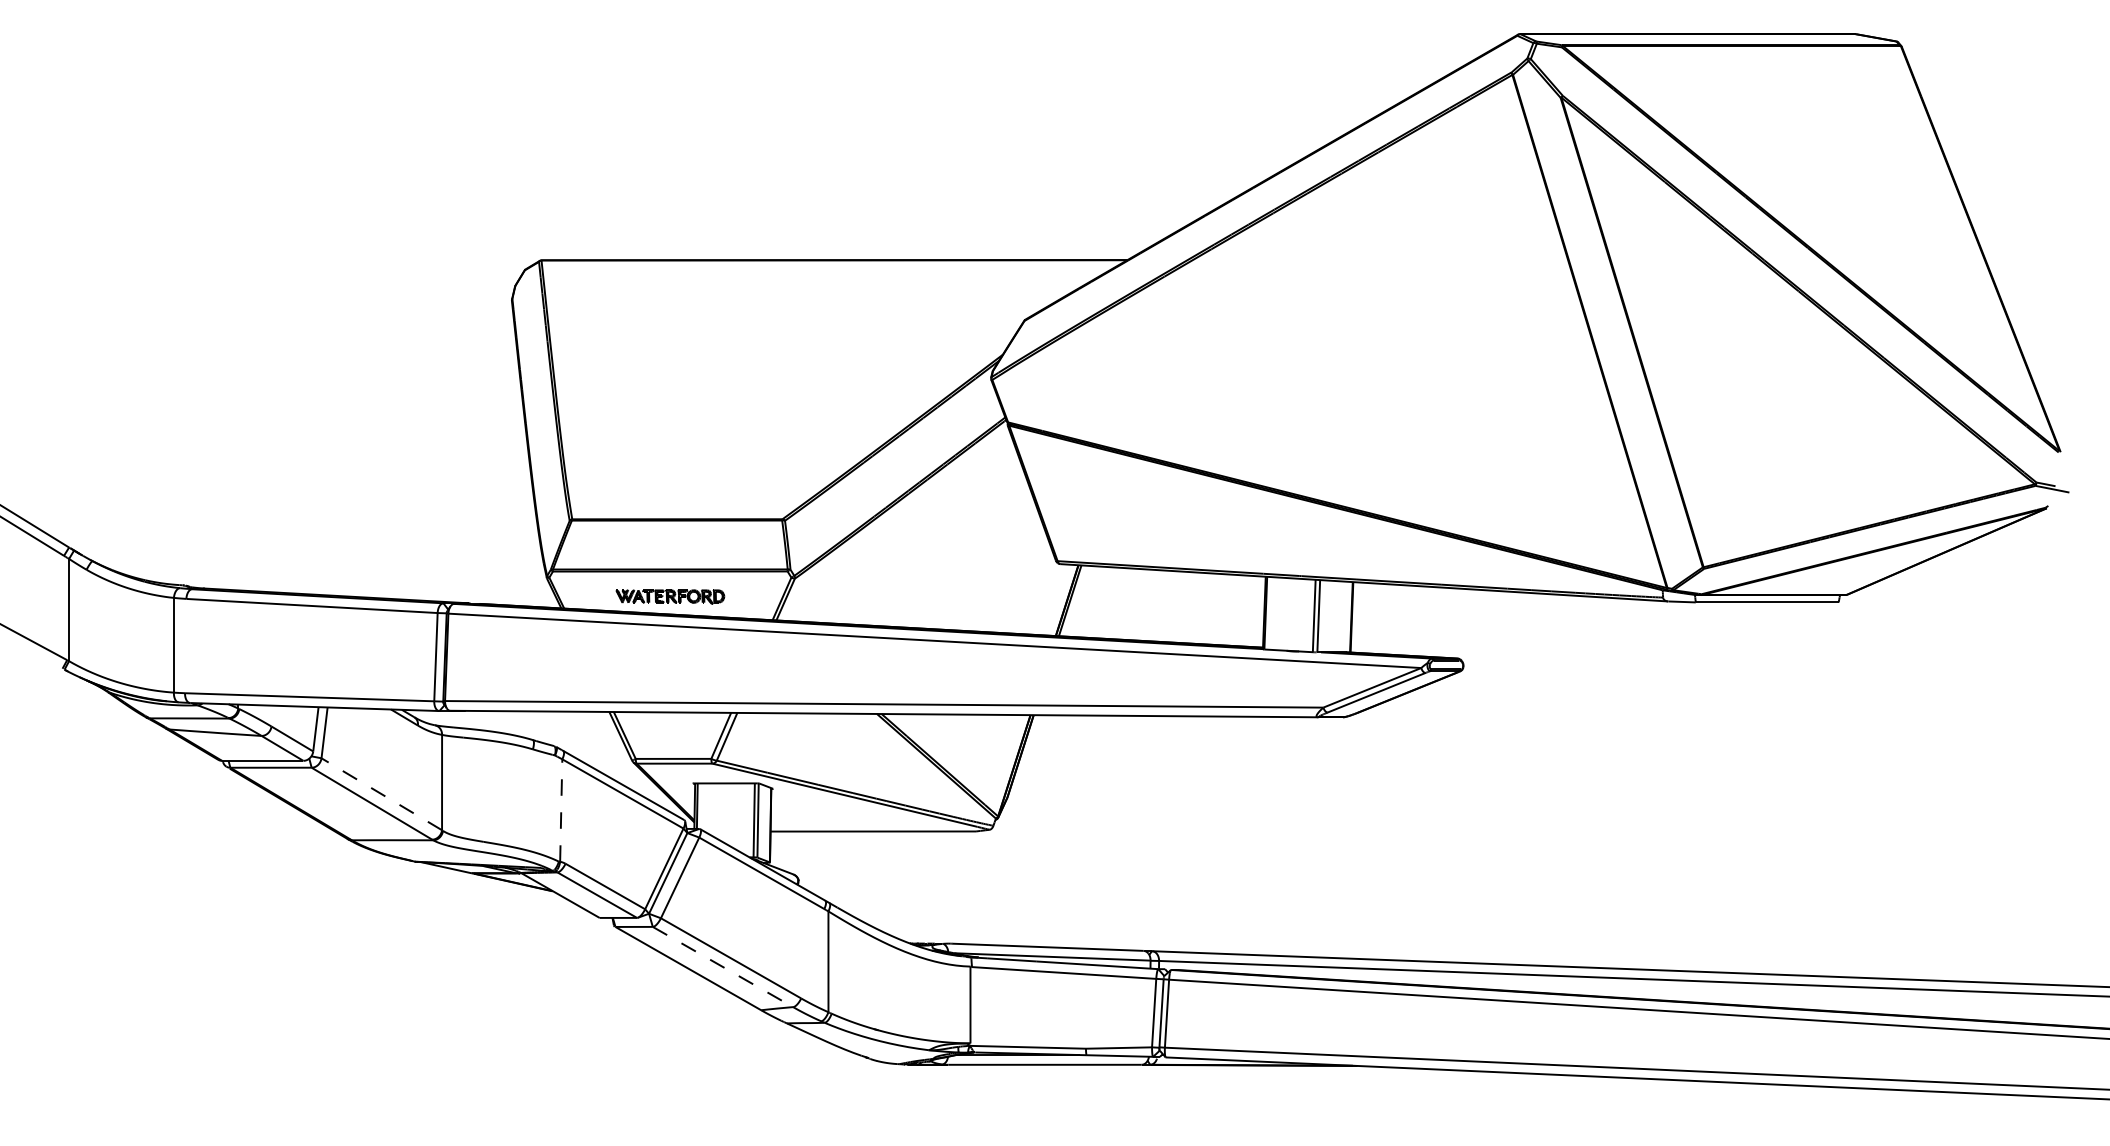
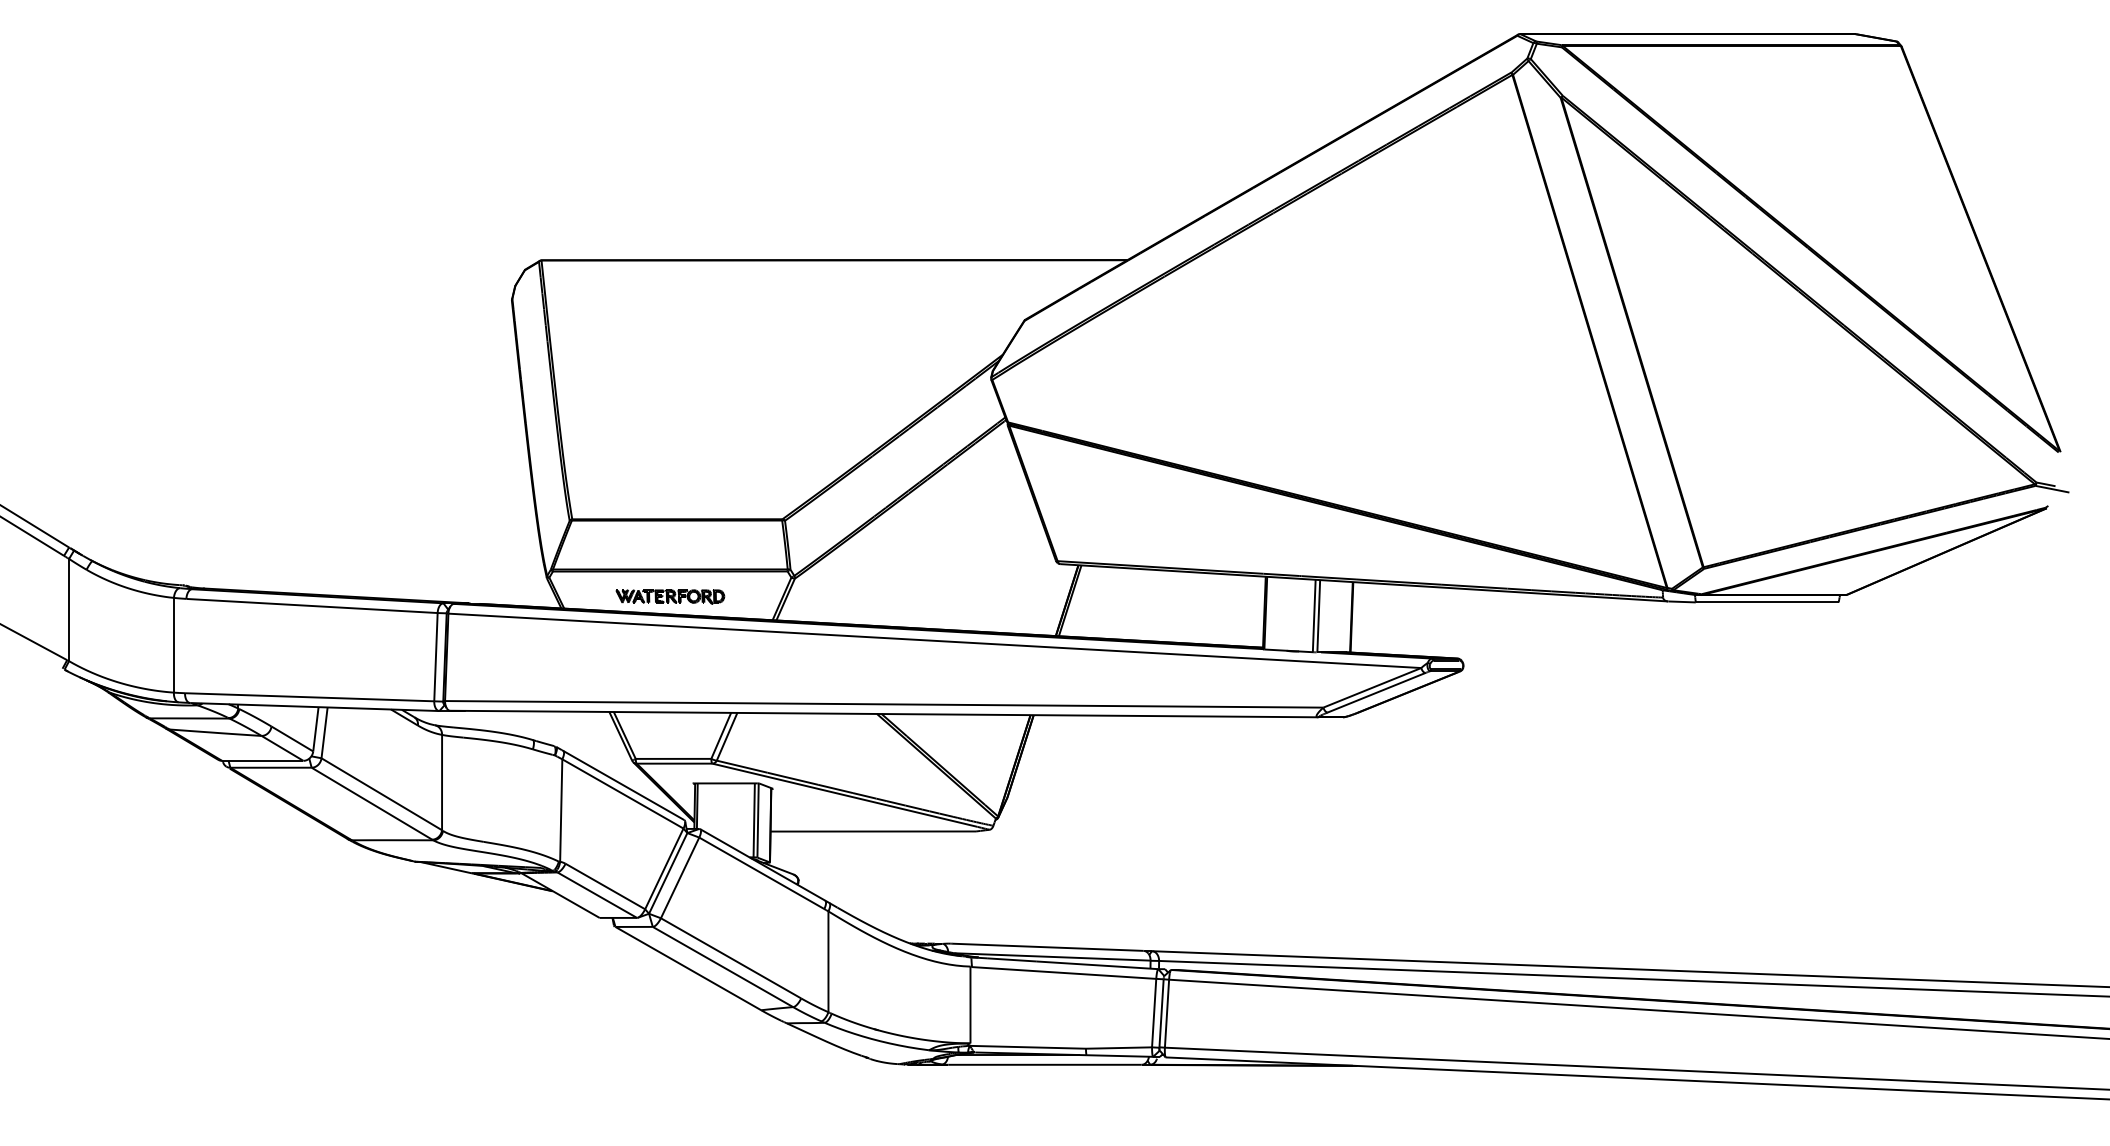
line at (381, 794): dashed -> solid
line at (561, 810): dashed -> solid
line at (722, 967): dashed -> solid
